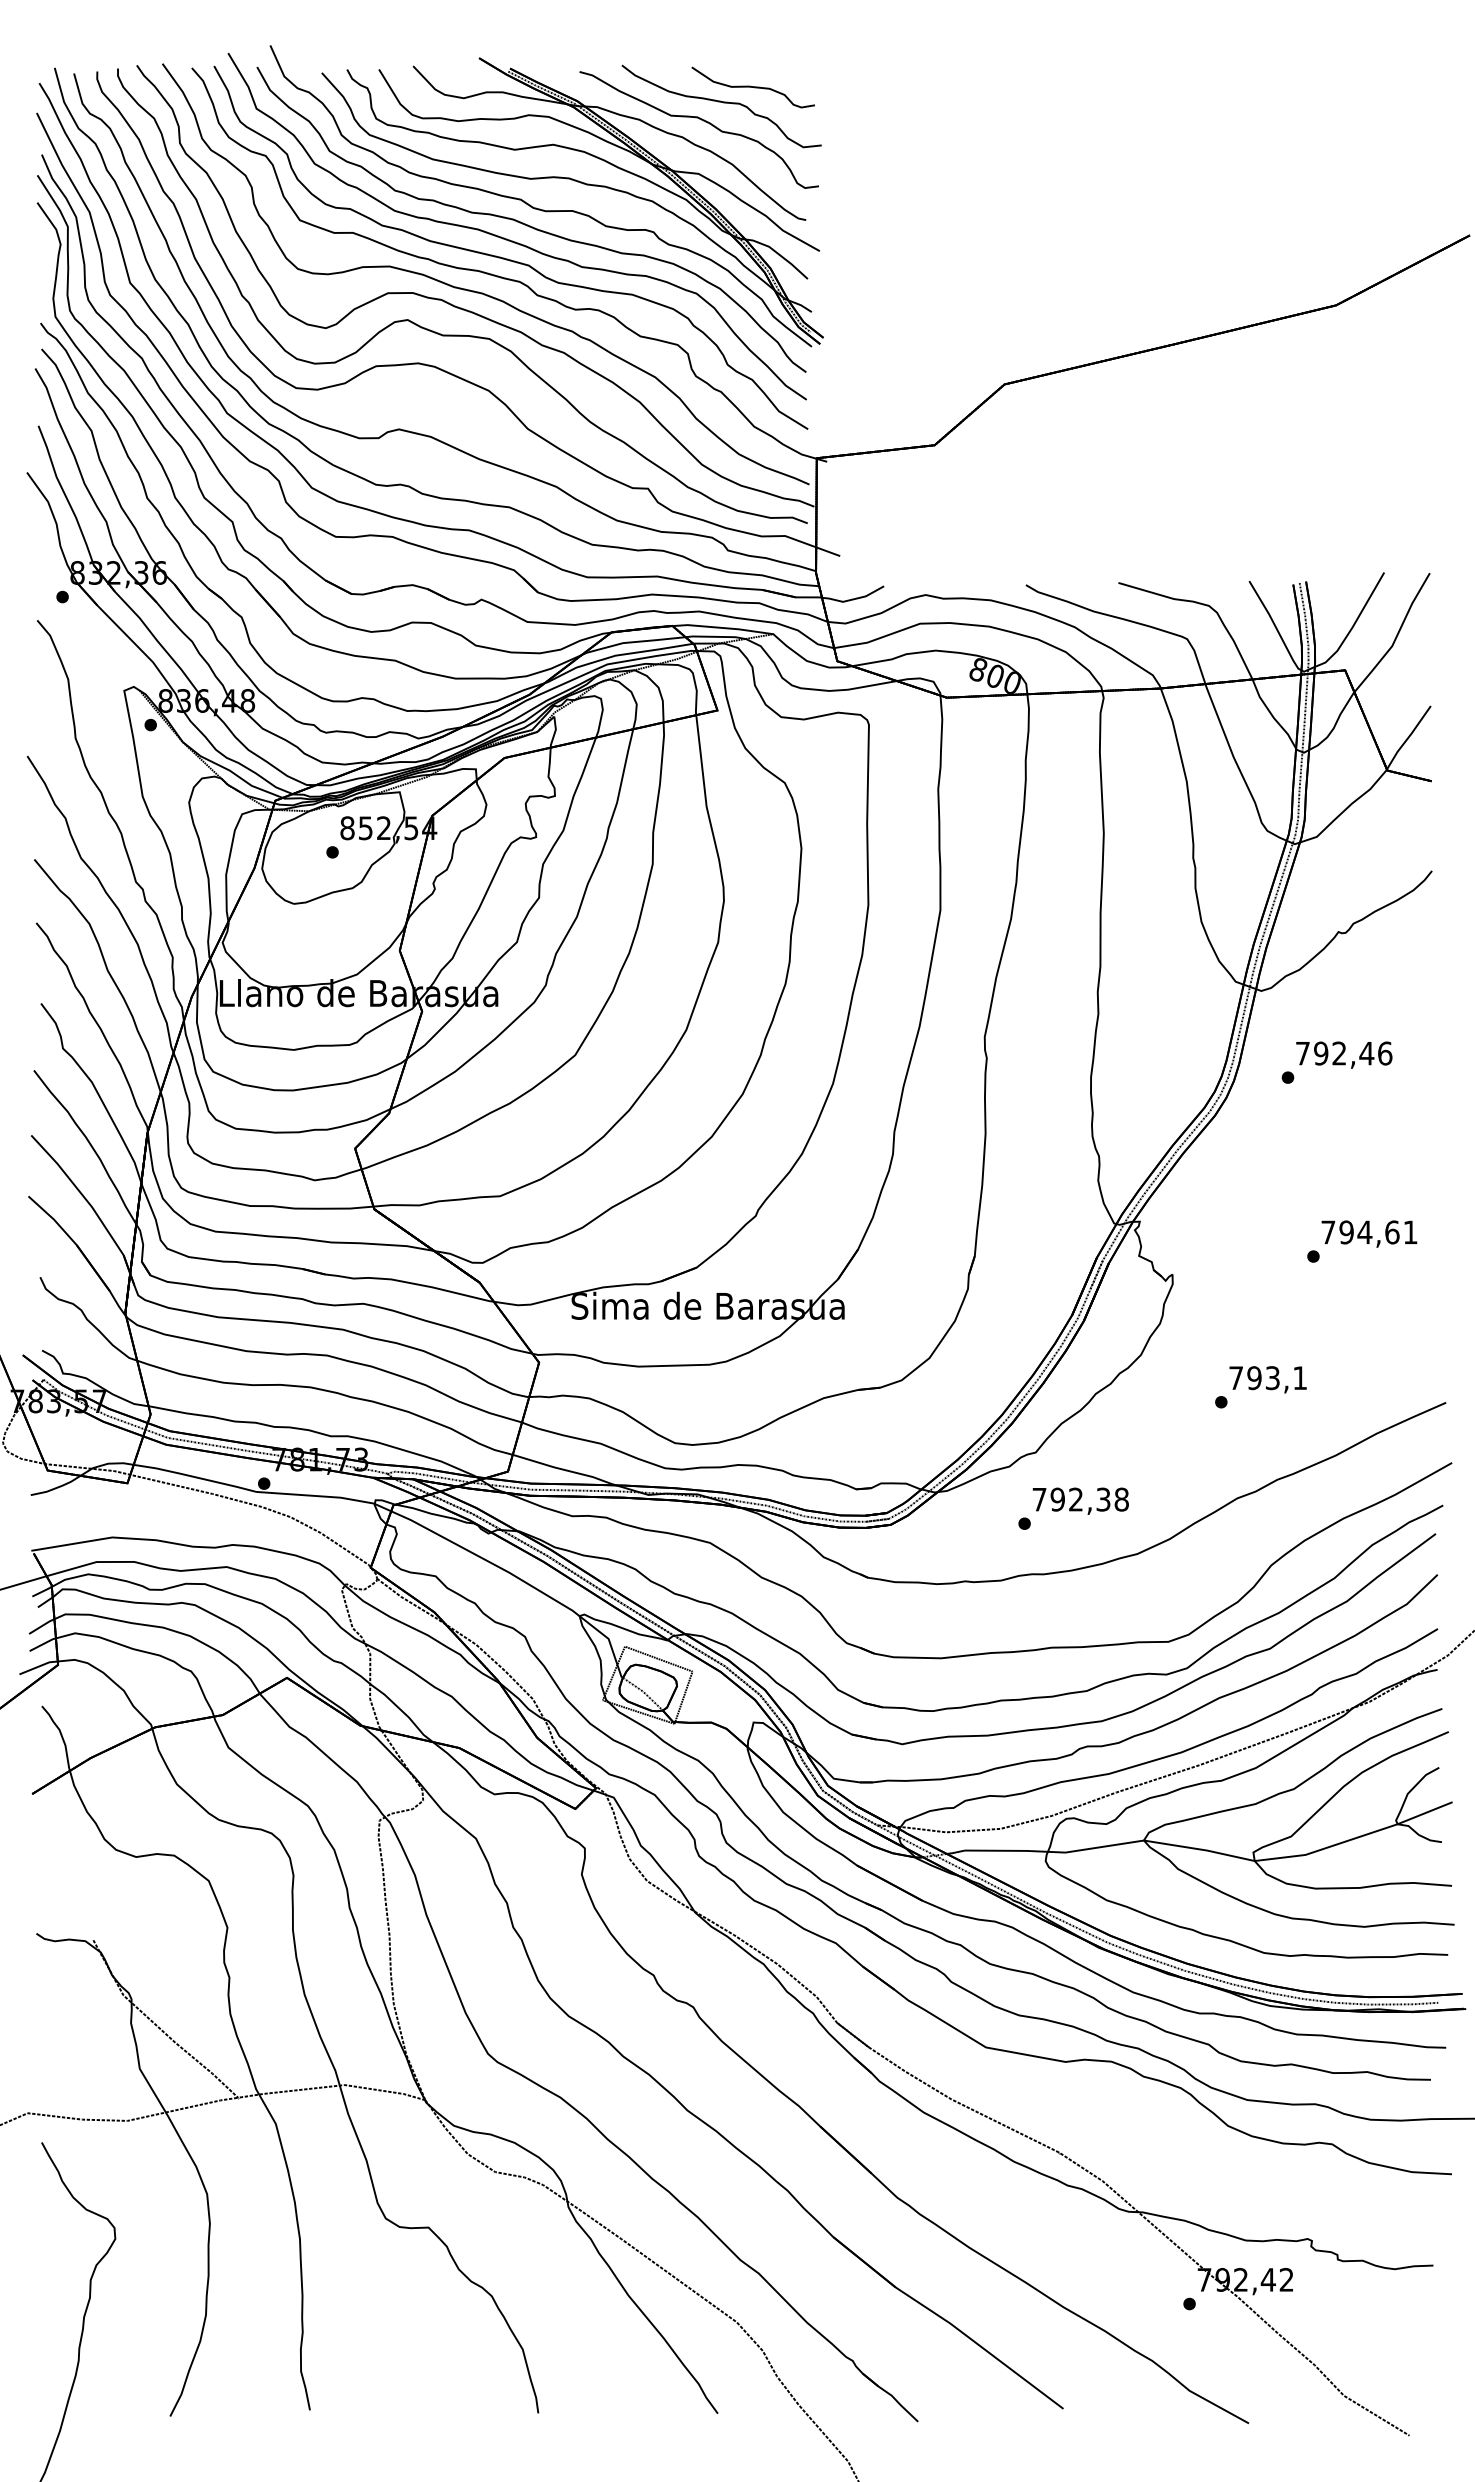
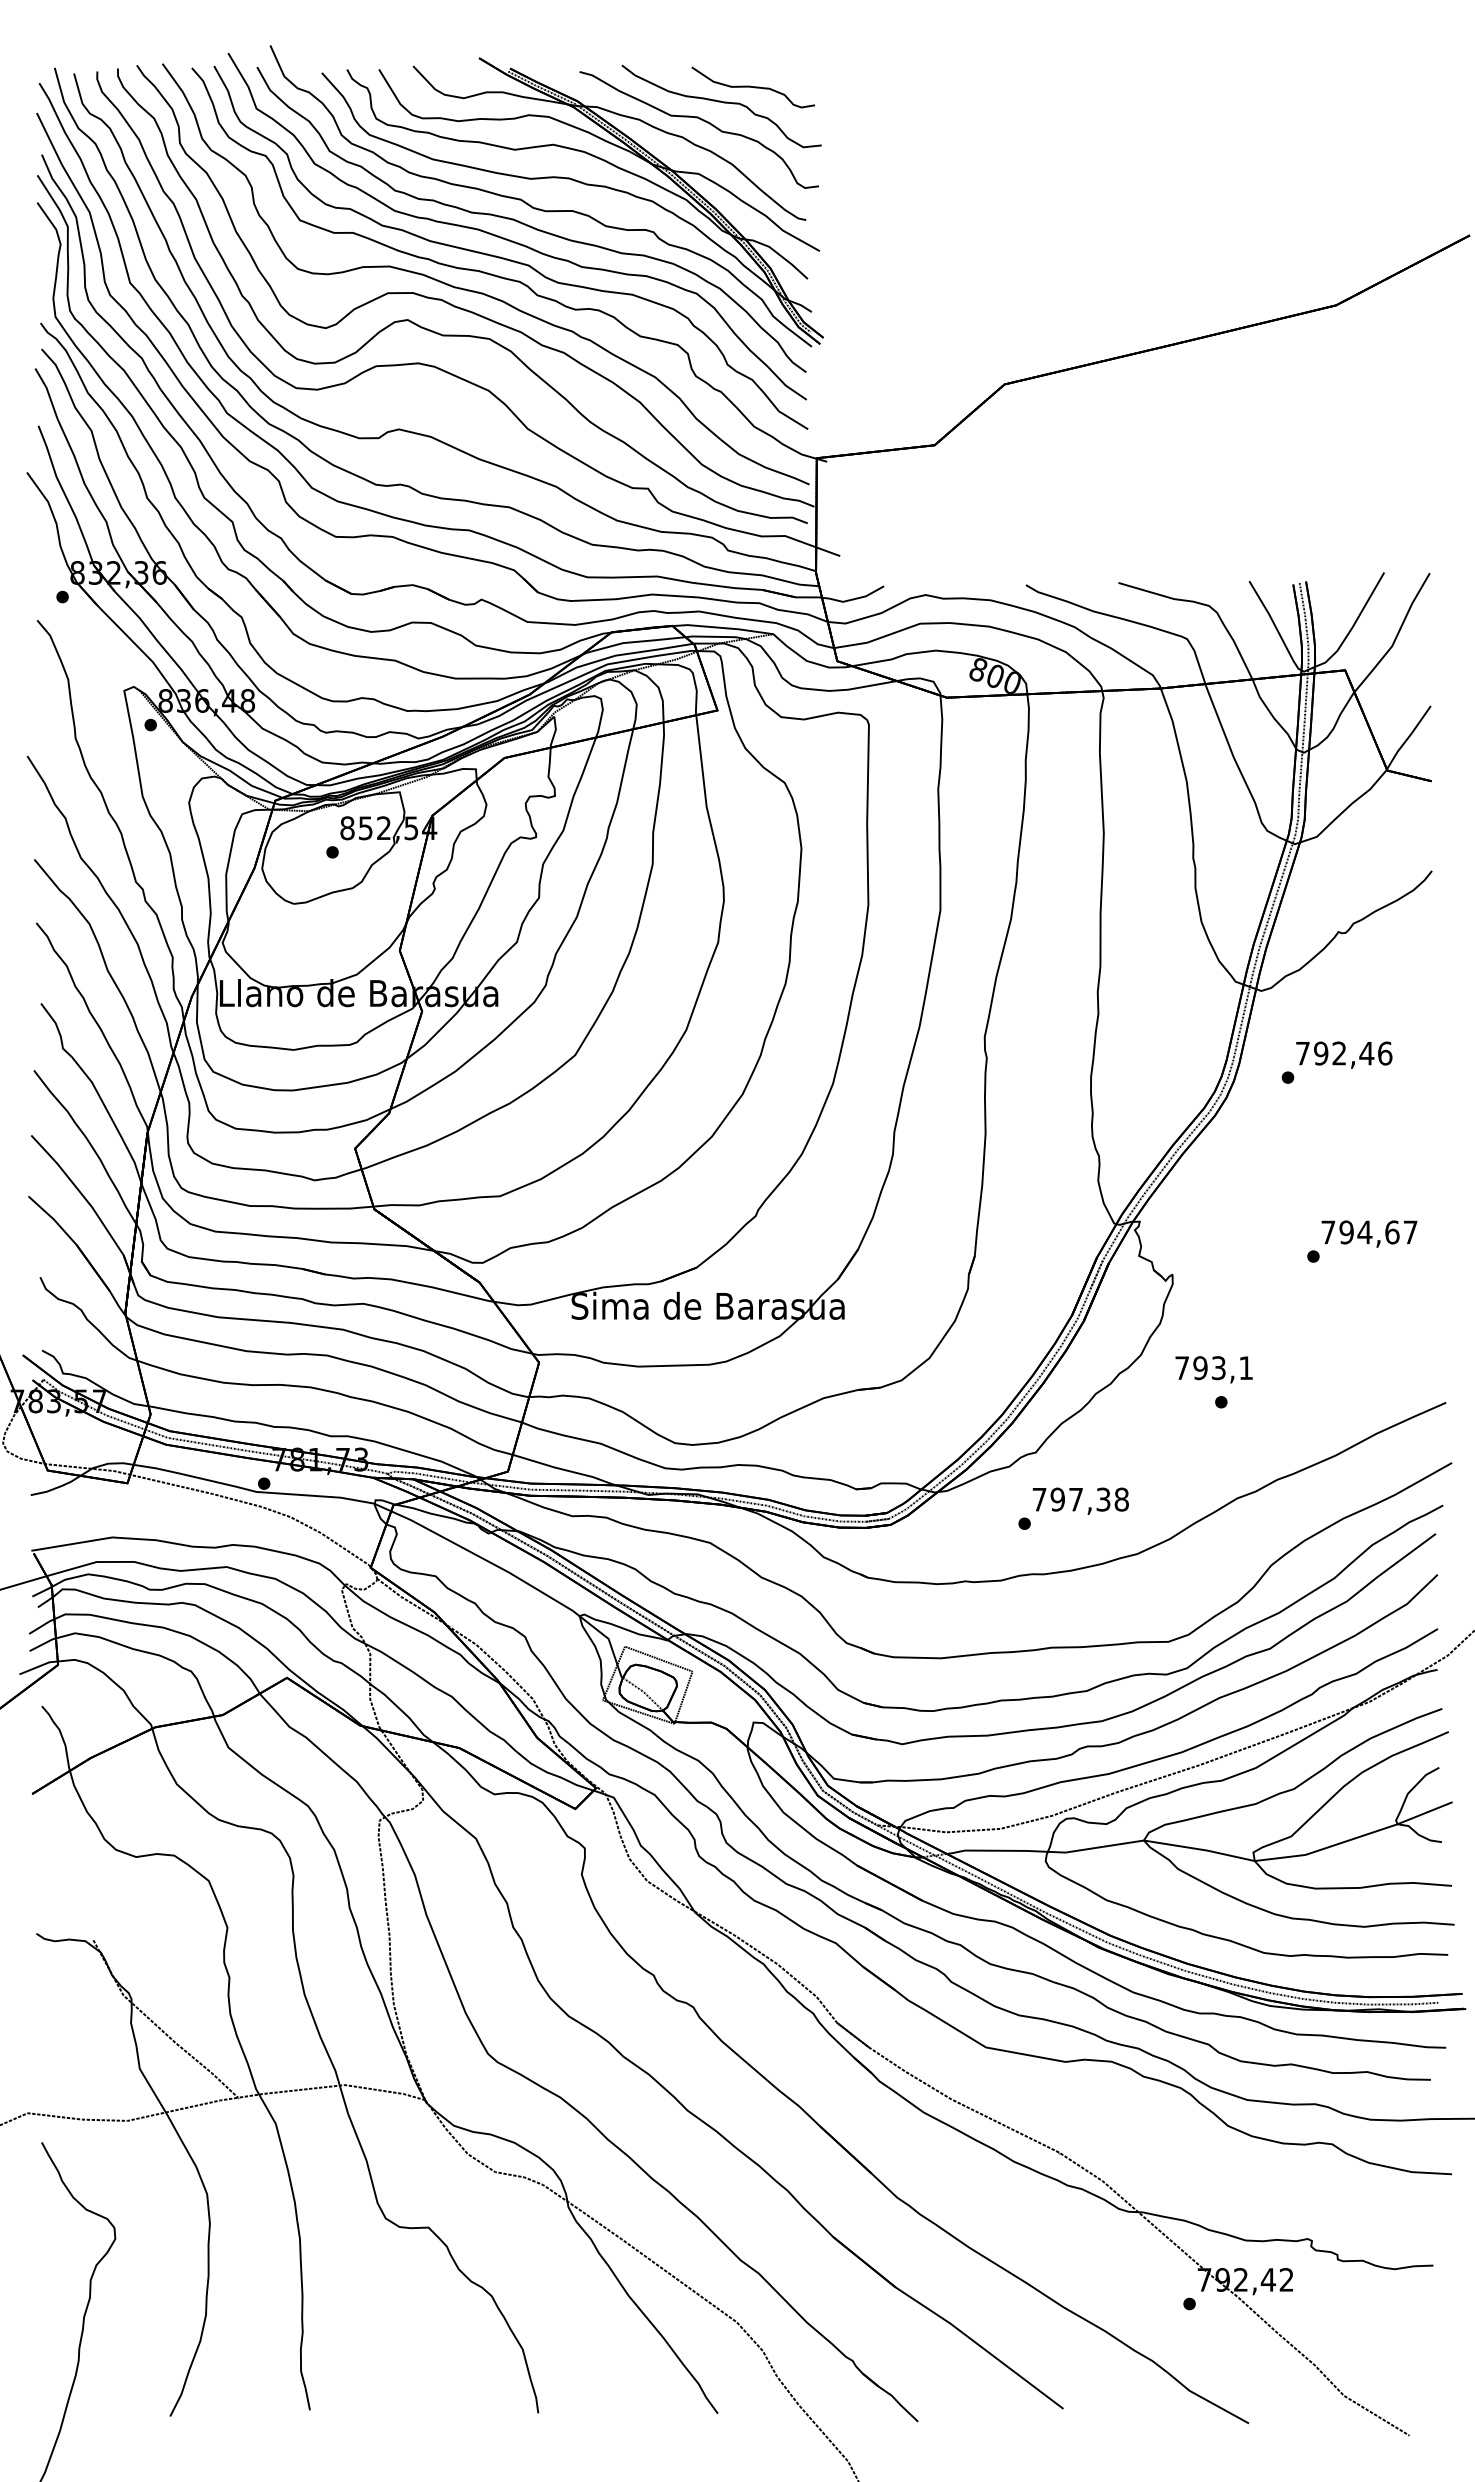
text at (1410, 1232): 794,61 -> 794,67
text at (1267, 1379) position: (1267, 1379) -> (1213, 1369)
text at (1075, 1499): 792,38 -> 797,38
